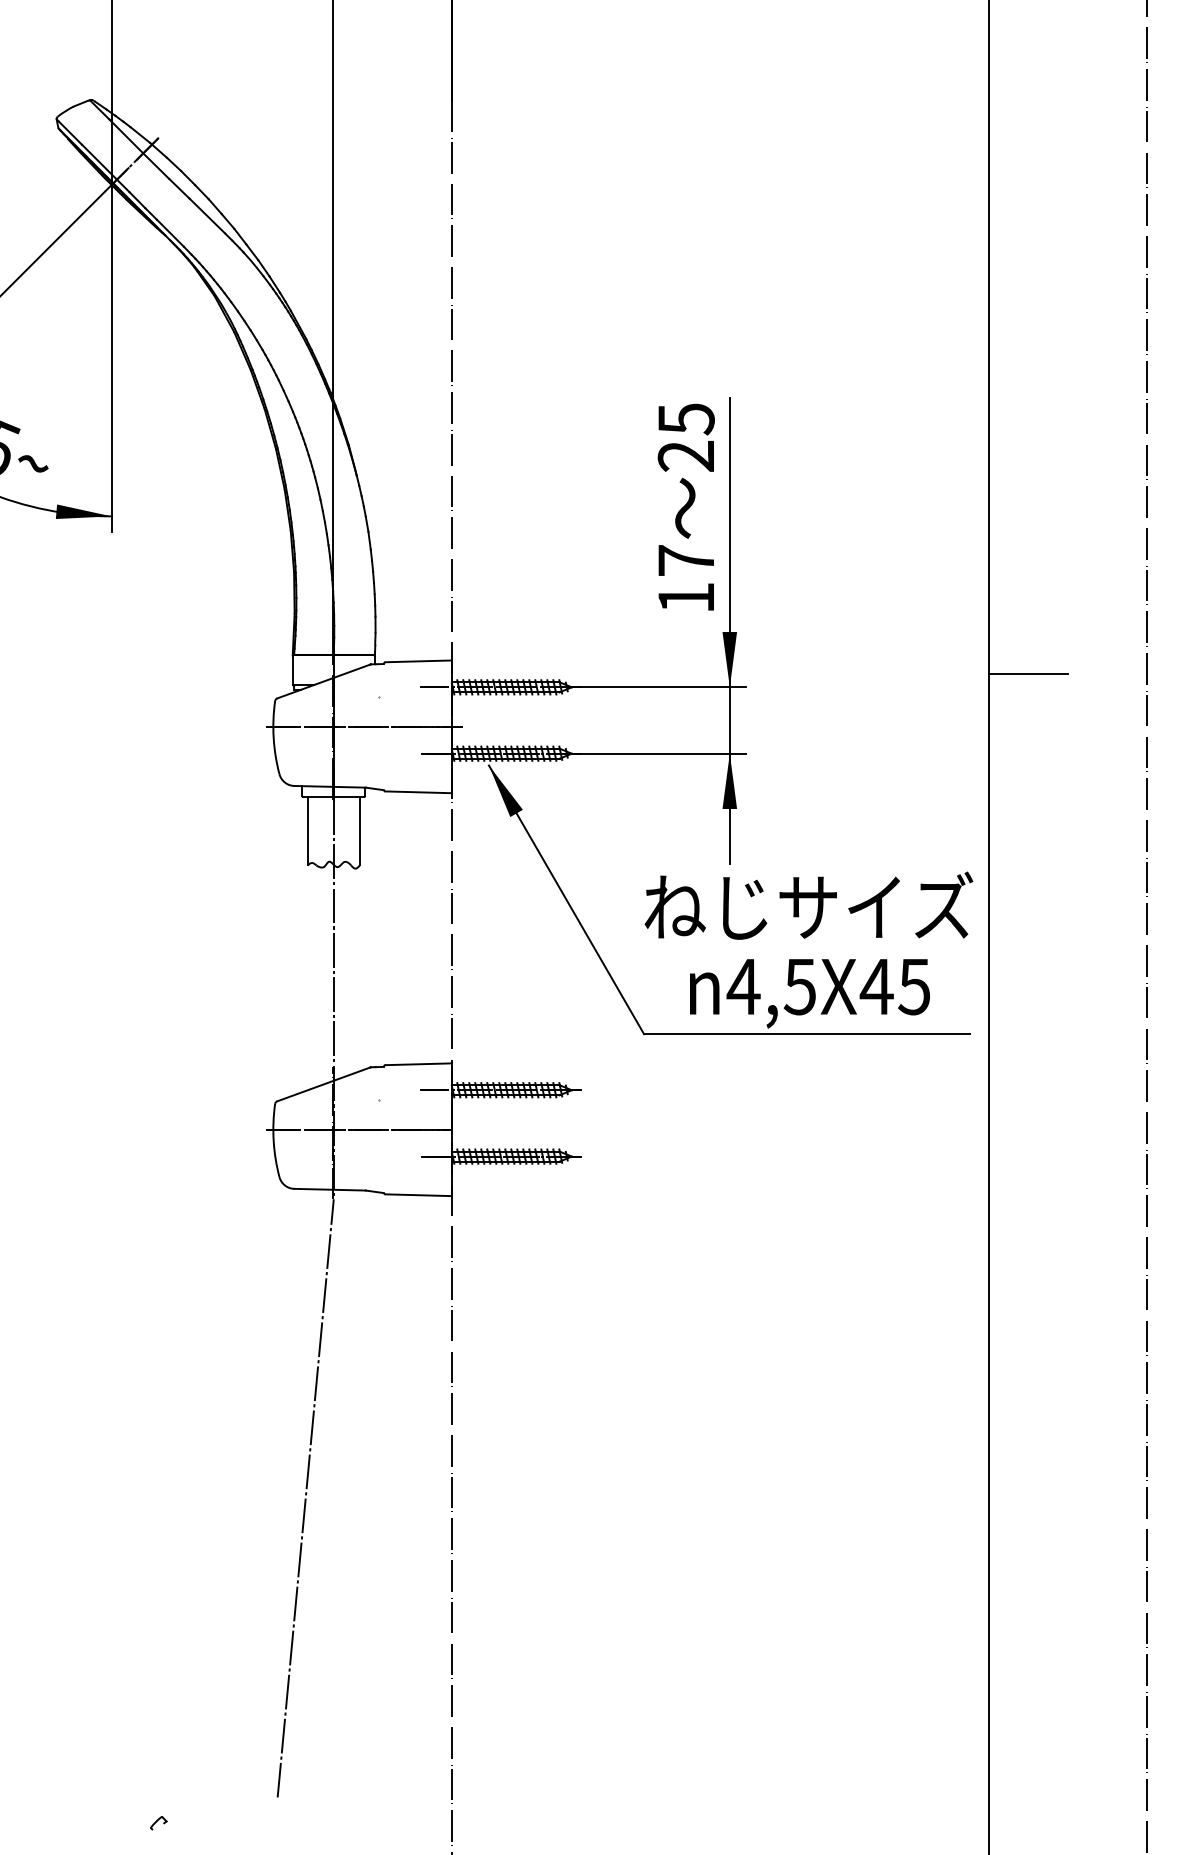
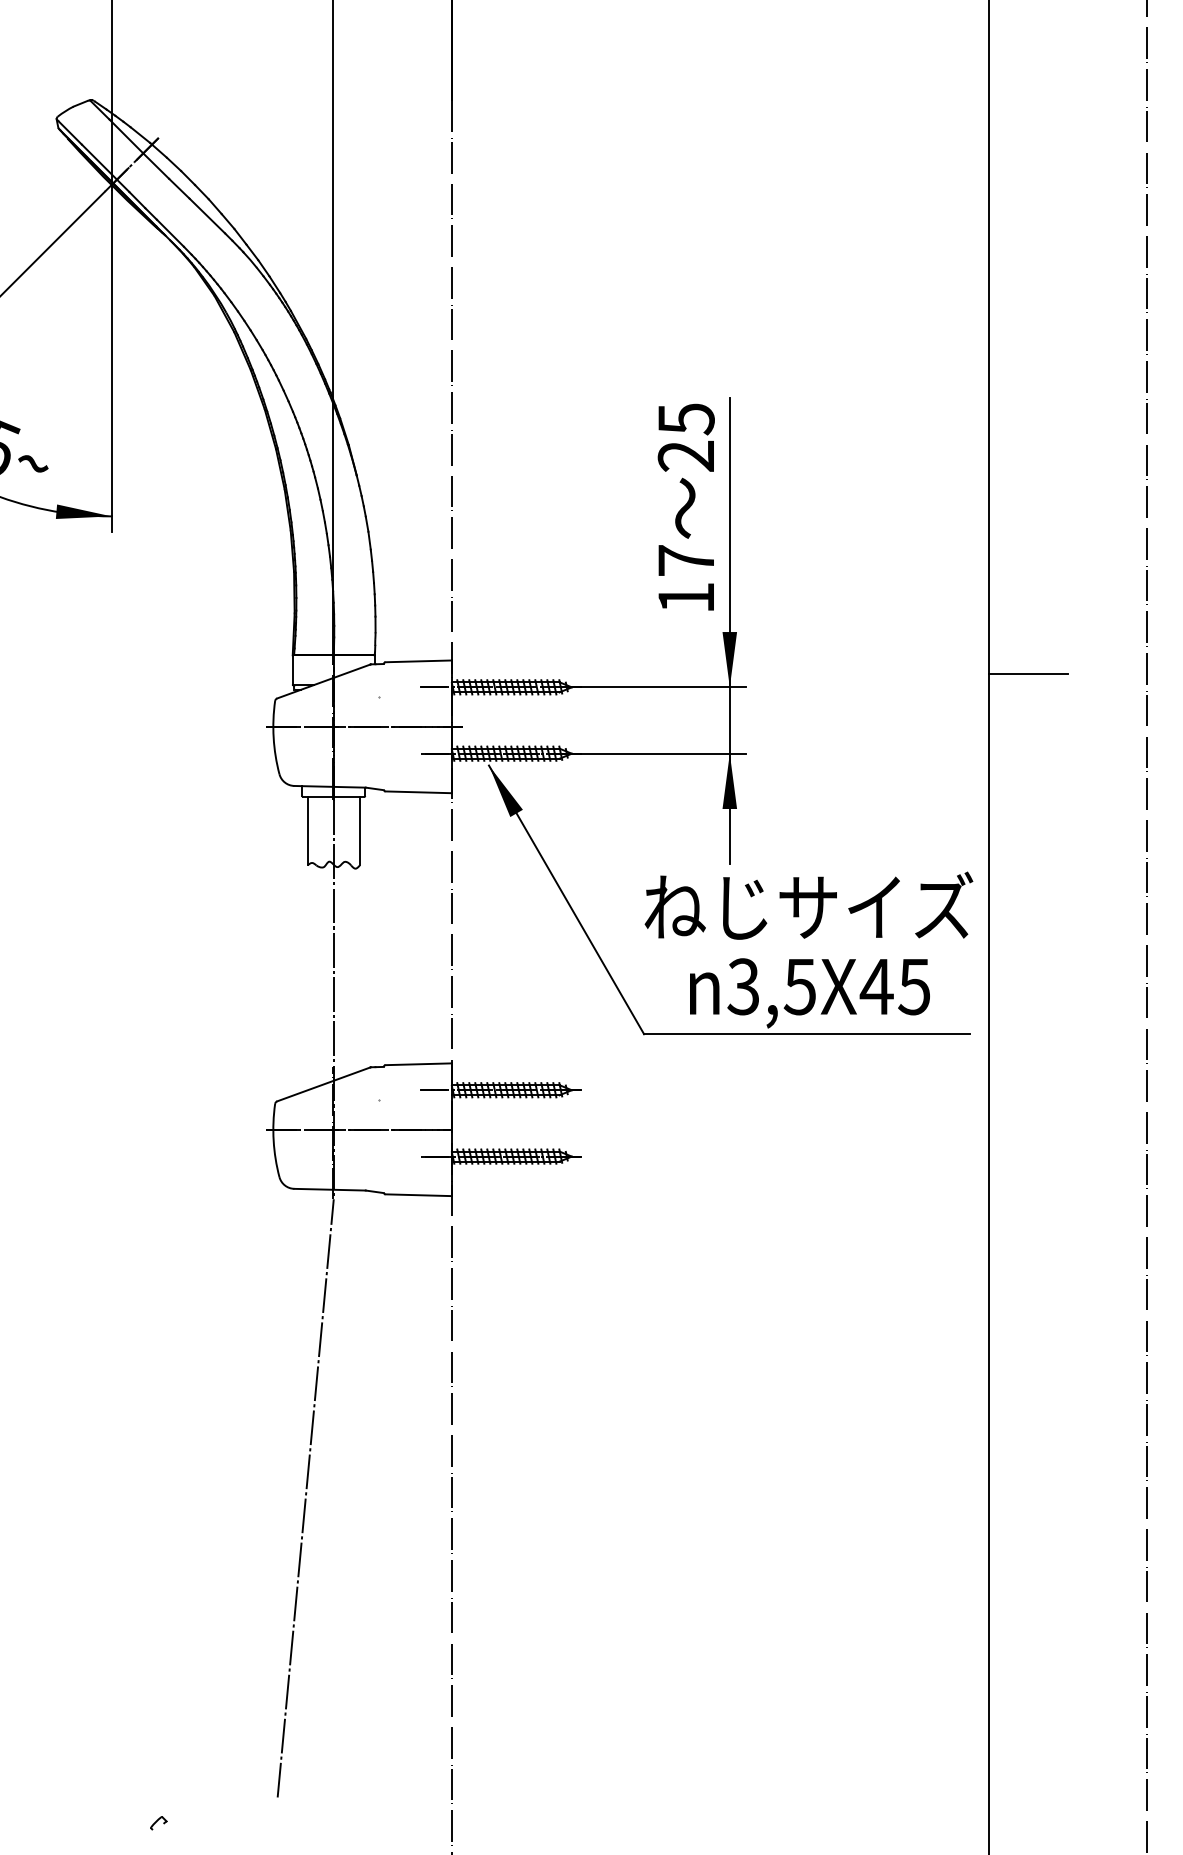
text at (743, 986): 4,5X45 -> 3,5X45
